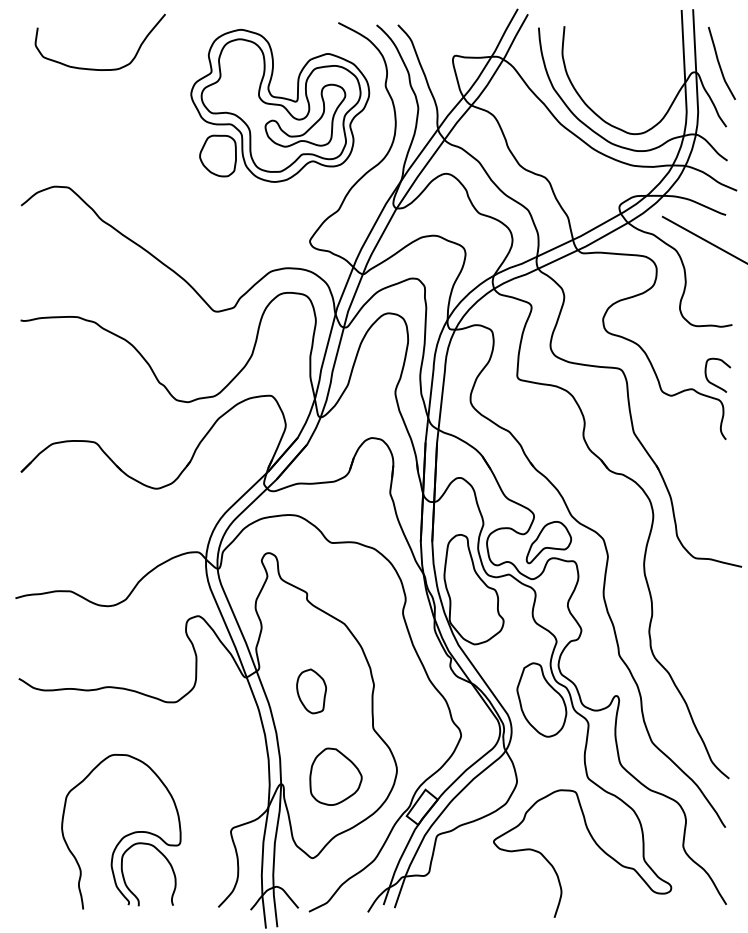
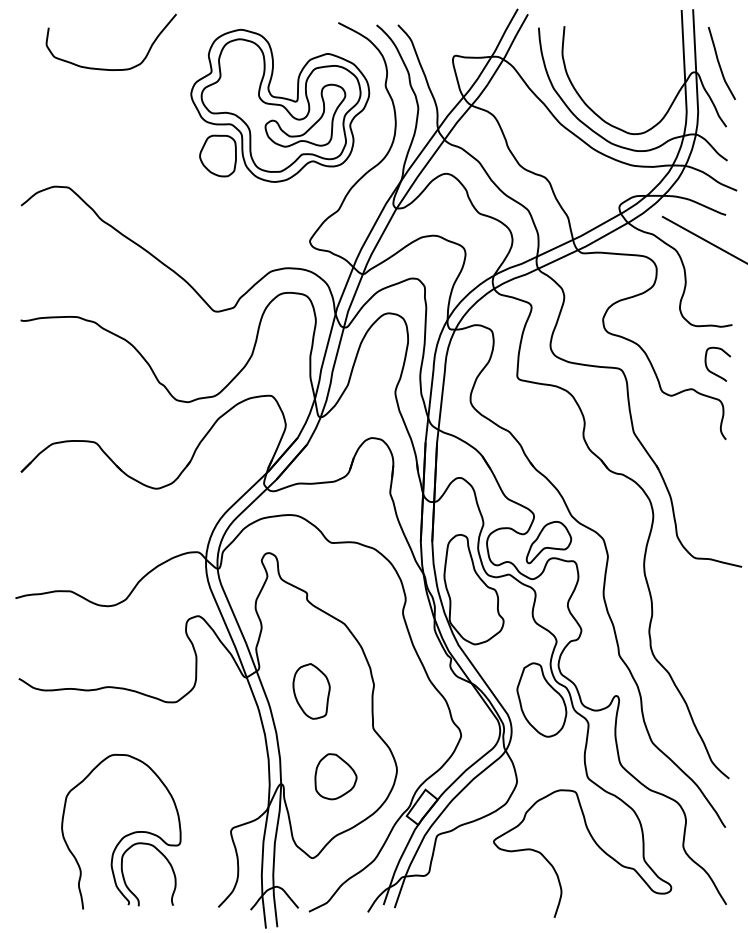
curve at (95, 68) position: (95, 68) -> (106, 68)
curve at (712, 382) position: (712, 382) -> (712, 371)
part at (311, 691) size: 31x47 px -> 39x57 px
part at (335, 776) size: 54x59 px -> 44x48 px
